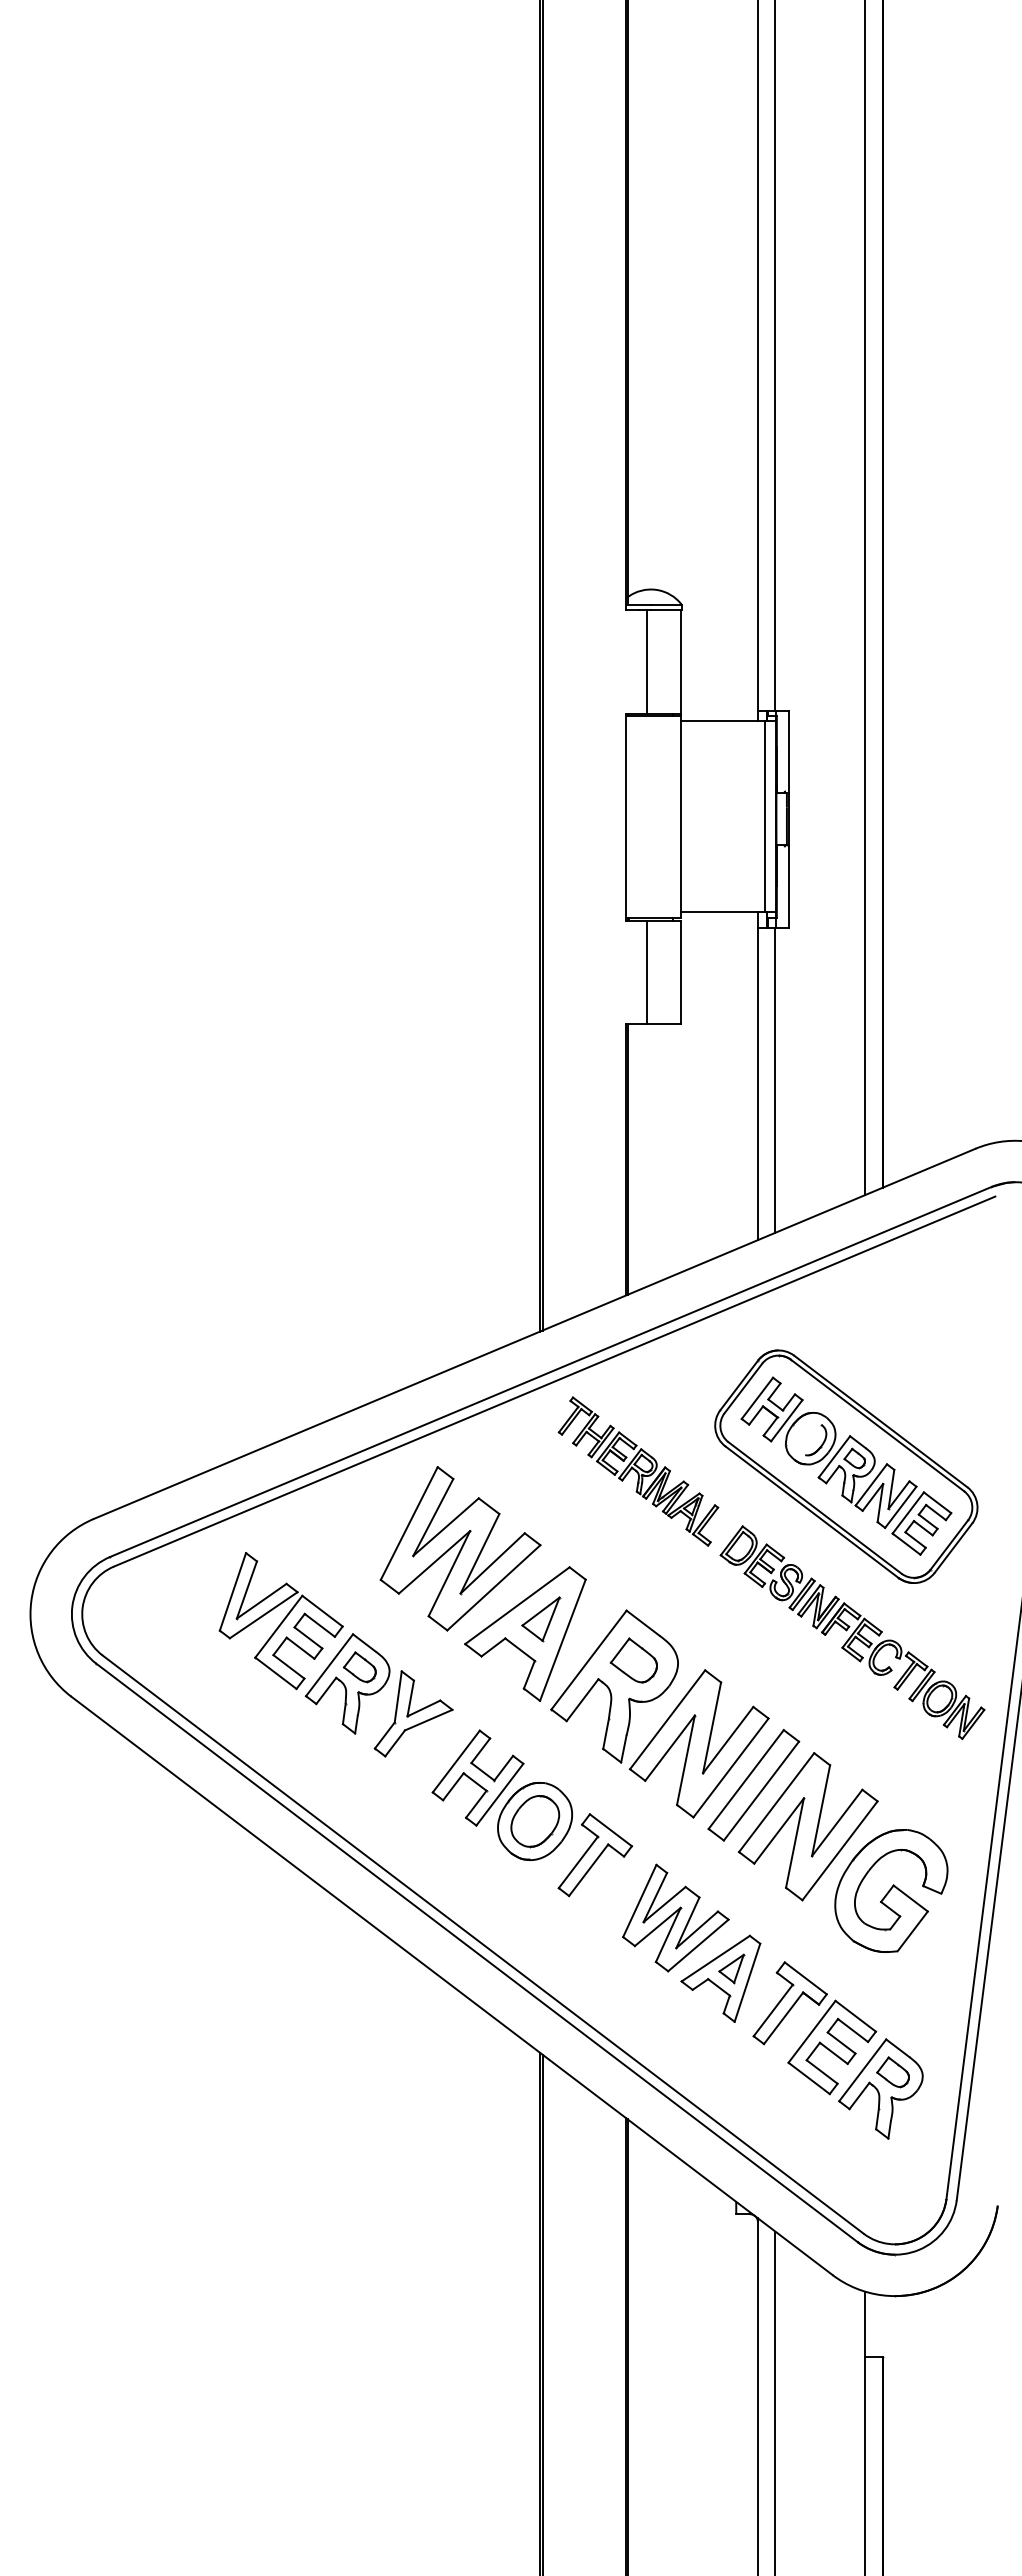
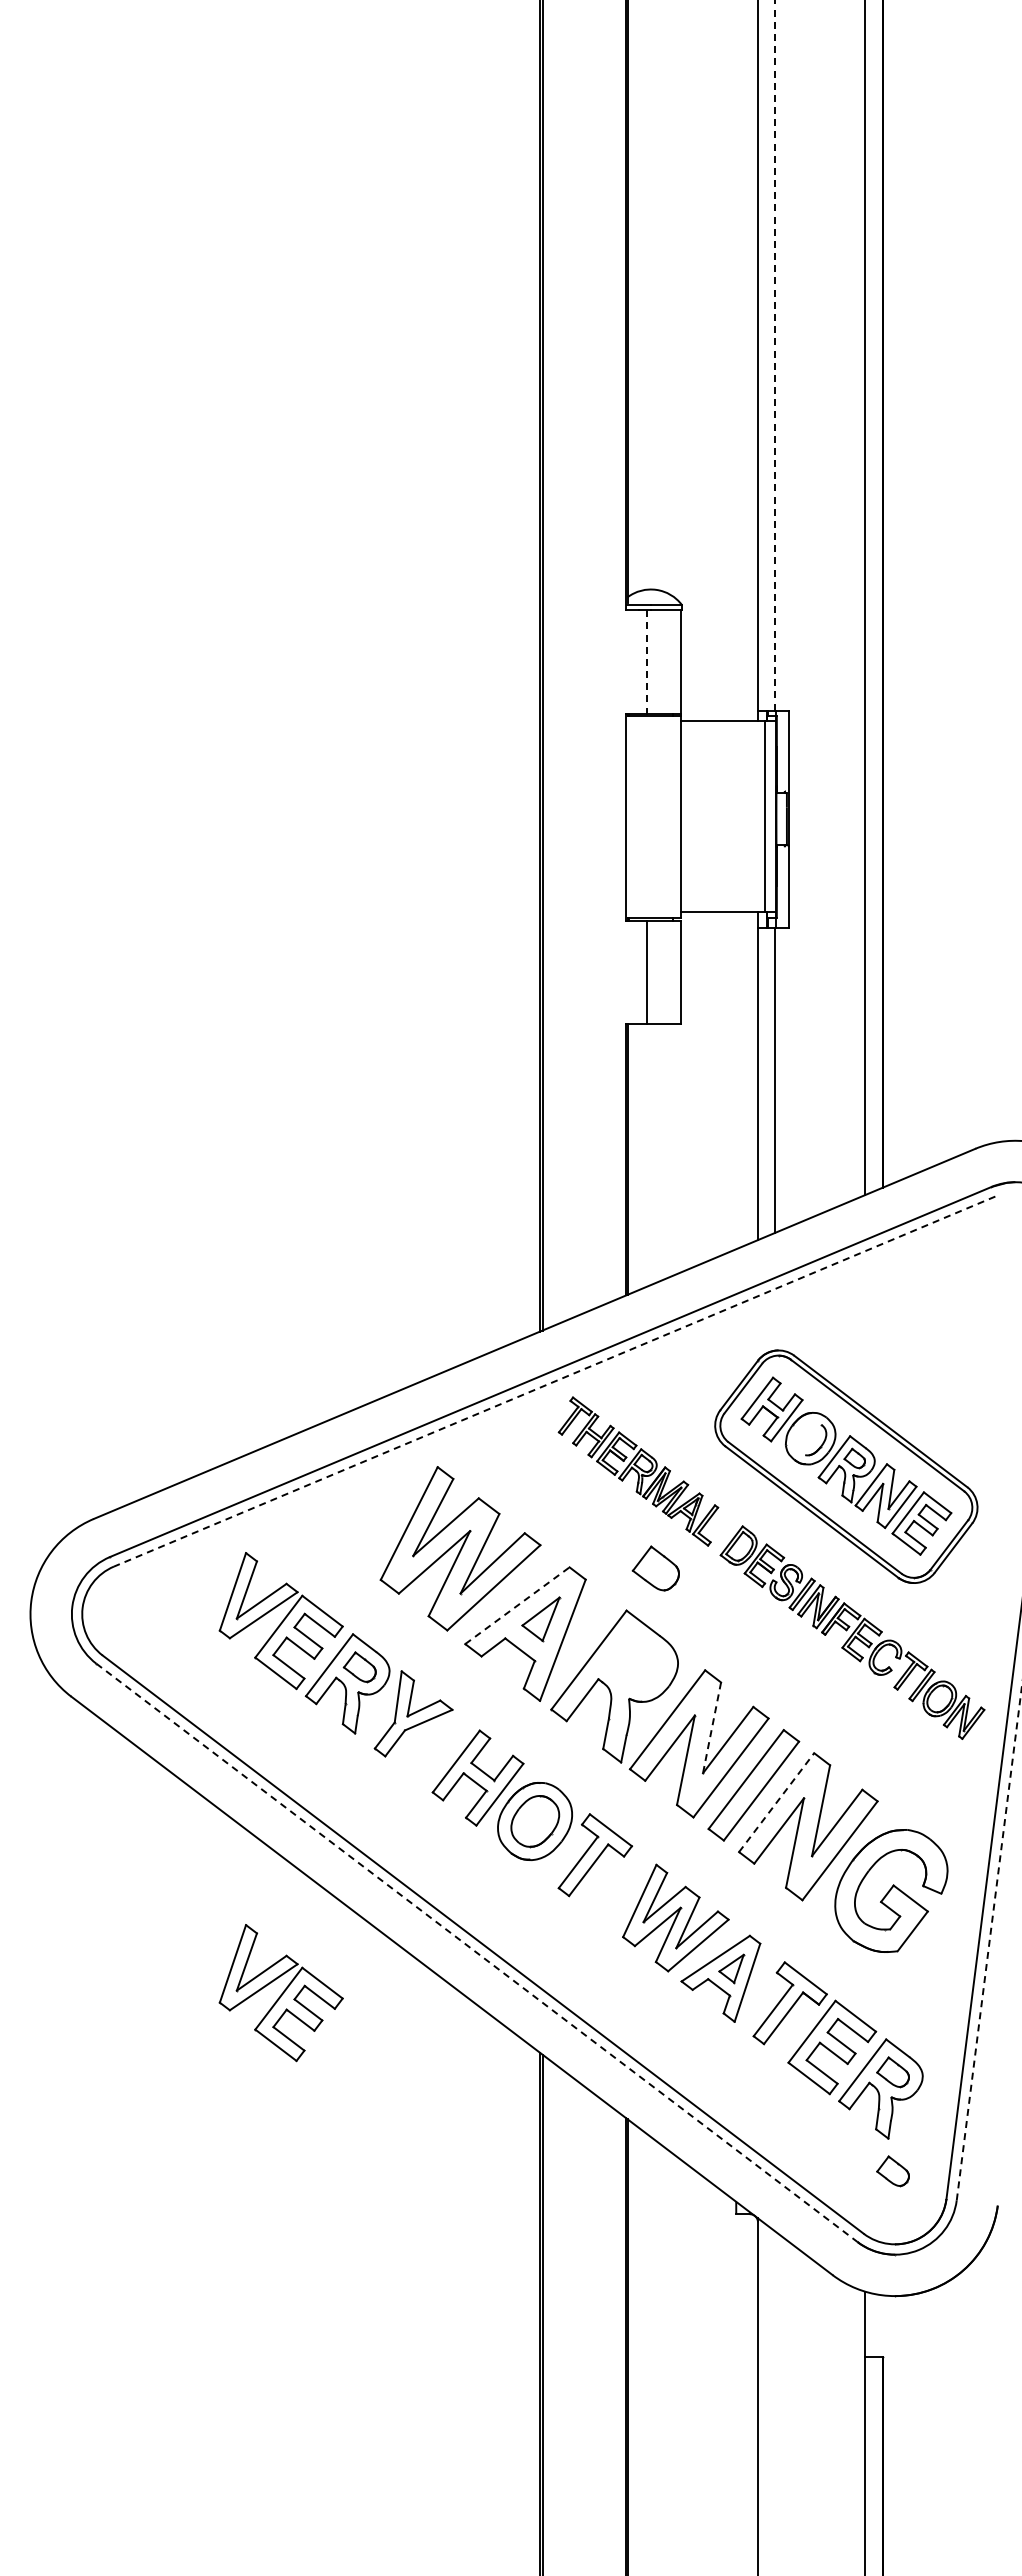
line at (775, 355): solid -> dashed
line at (646, 661): solid -> dashed
line at (554, 1381): solid -> dashed
line at (517, 1605): solid -> dashed
part at (633, 1660) position: (633, 1660) -> (655, 1568)
line at (711, 1728): solid -> dashed
line at (776, 1802): solid -> dashed
line at (989, 1943): solid -> dashed
line at (476, 1952): solid -> dashed
part at (280, 1993): none -> present
part at (892, 2171): none -> present
line at (775, 2401): present -> none
